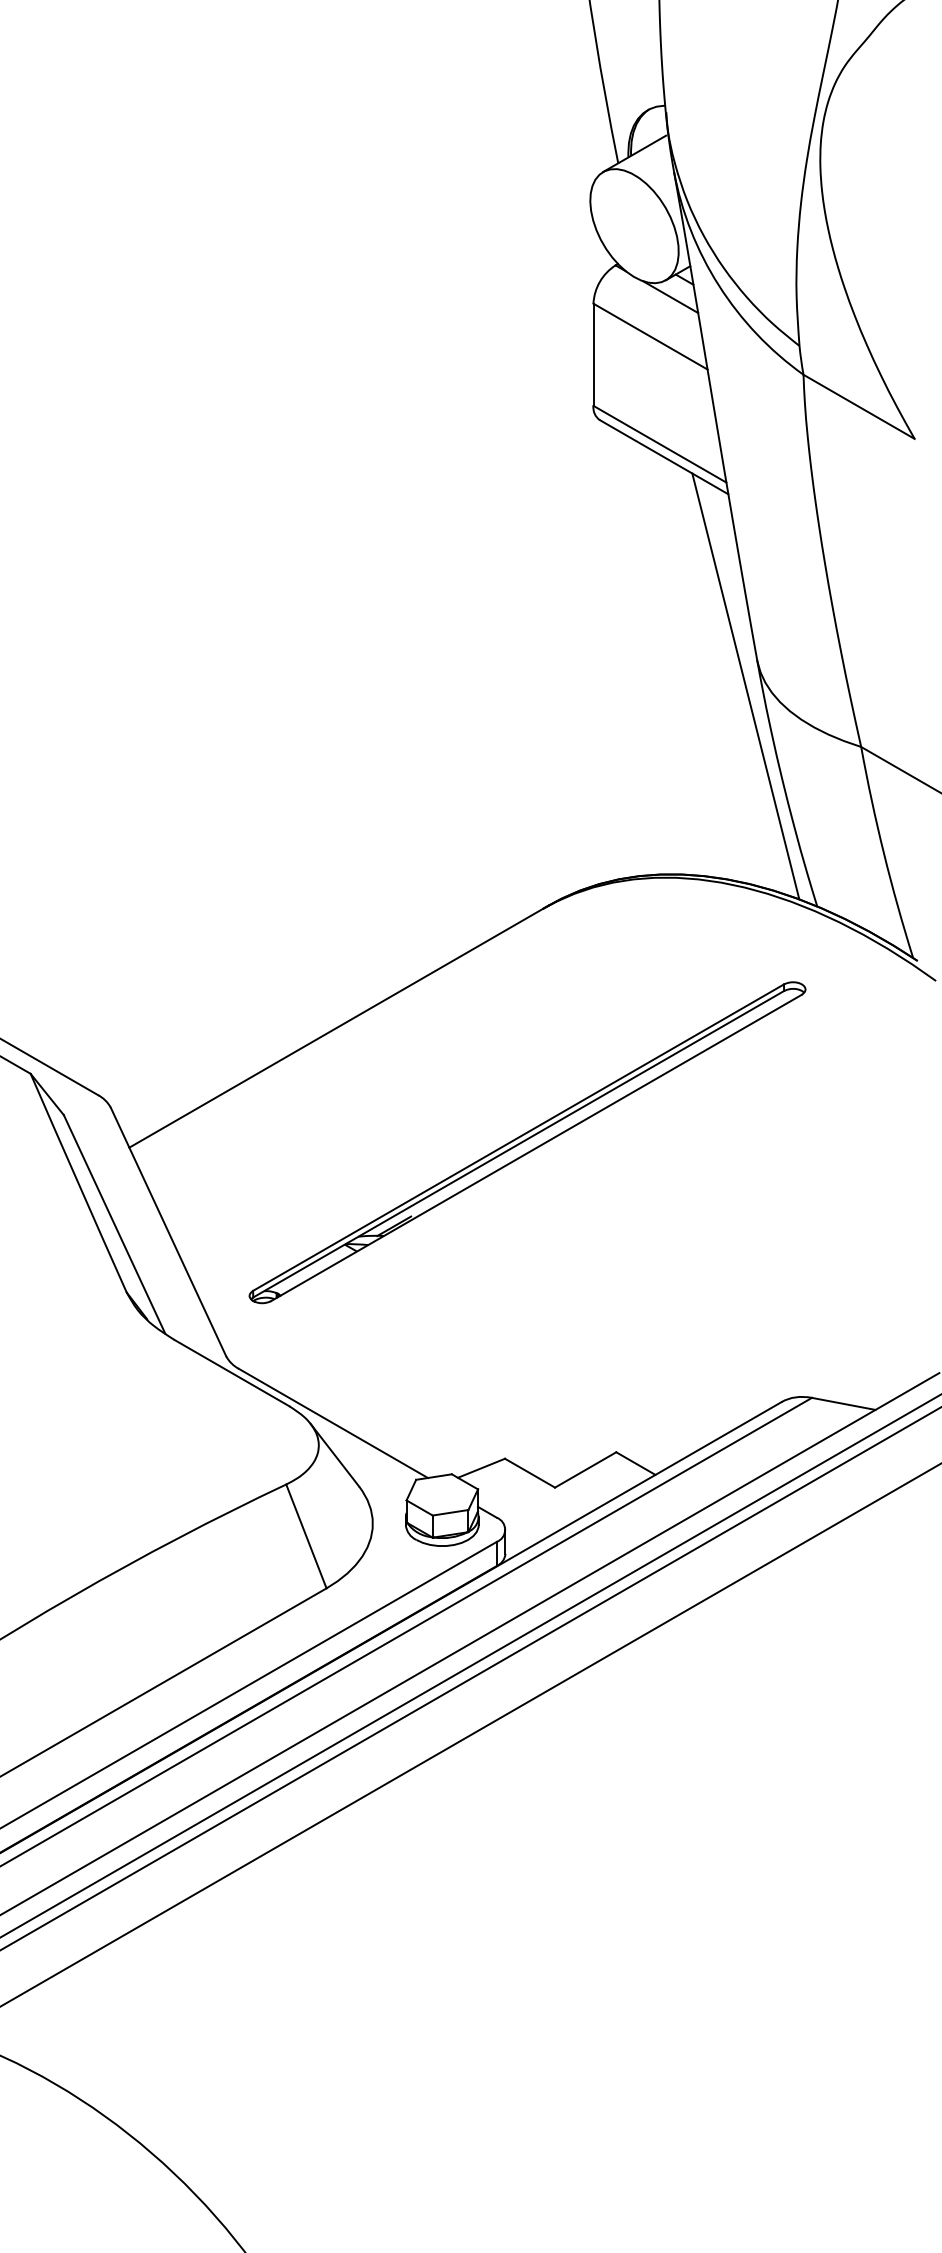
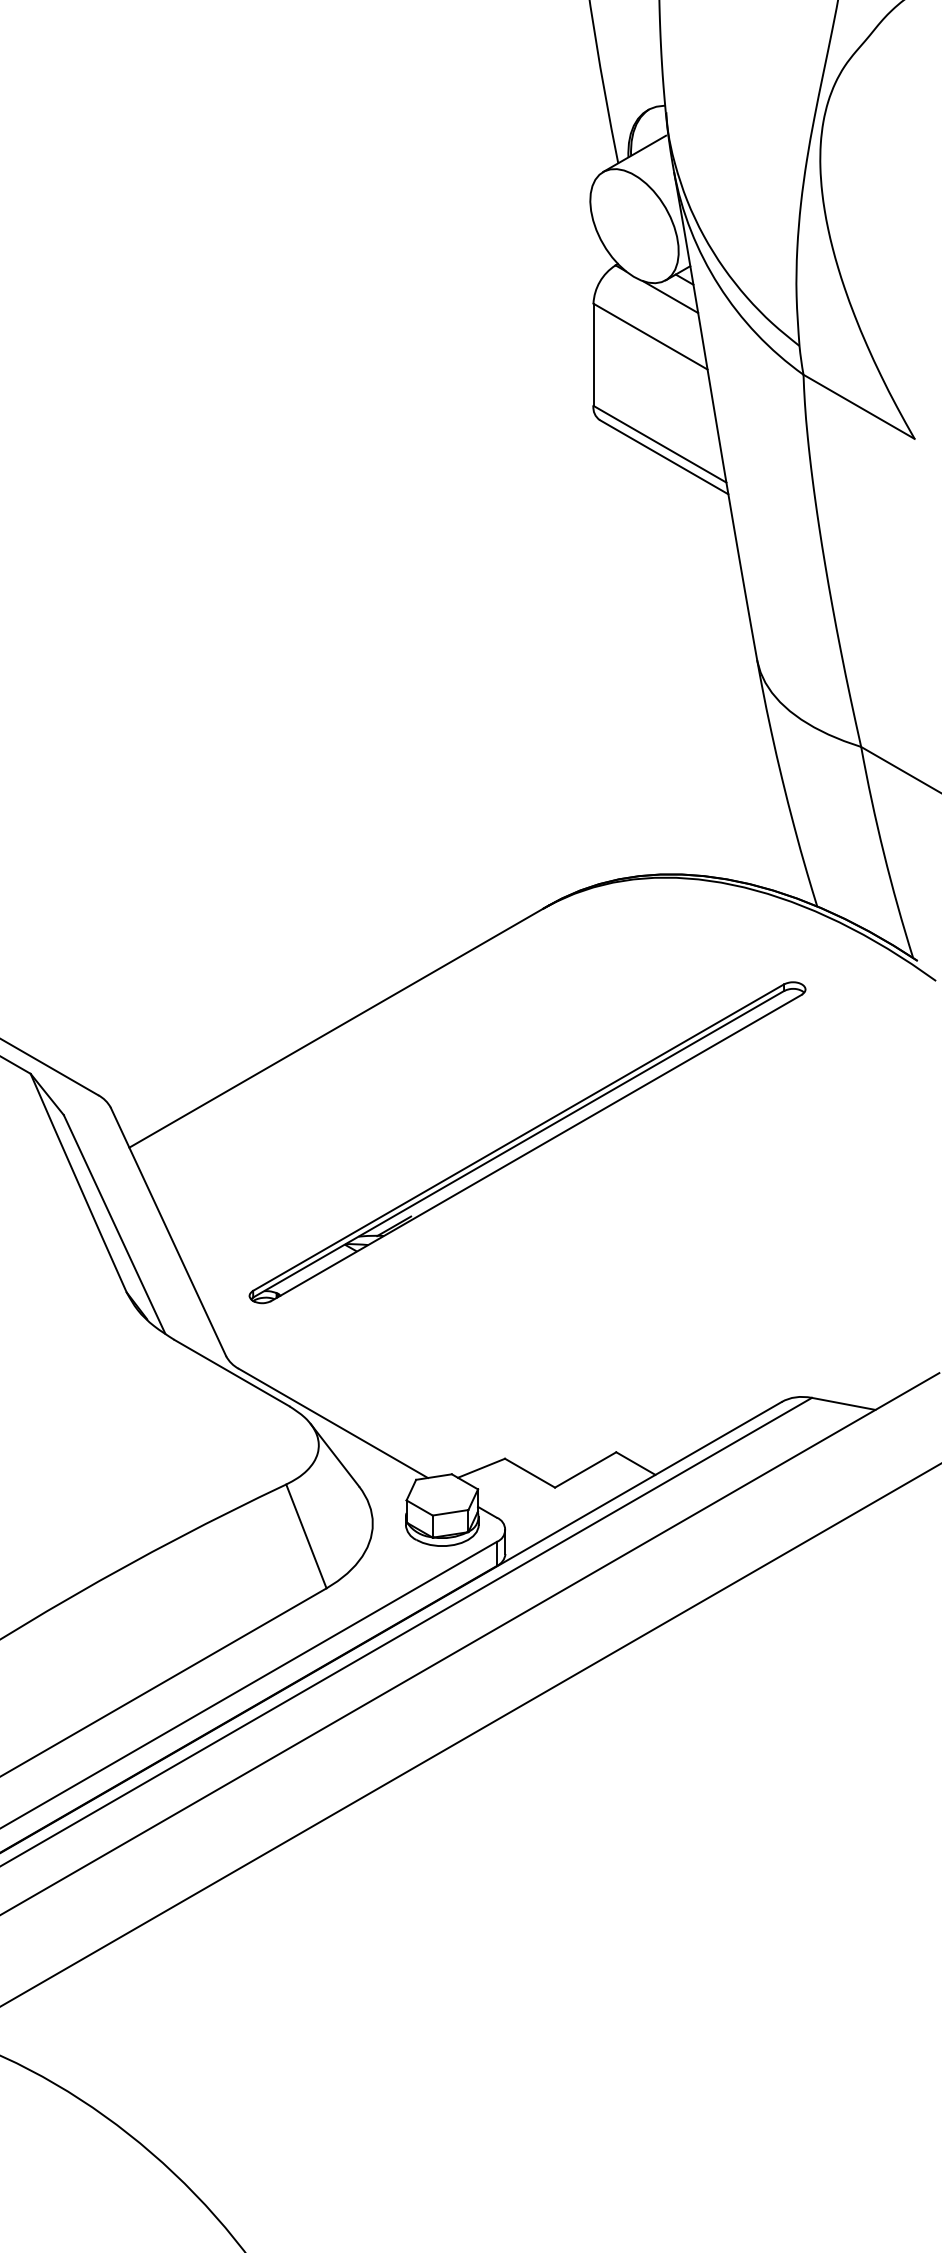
line at (745, 686): present -> none
line at (470, 1666): present -> none
line at (470, 1678): present -> none
